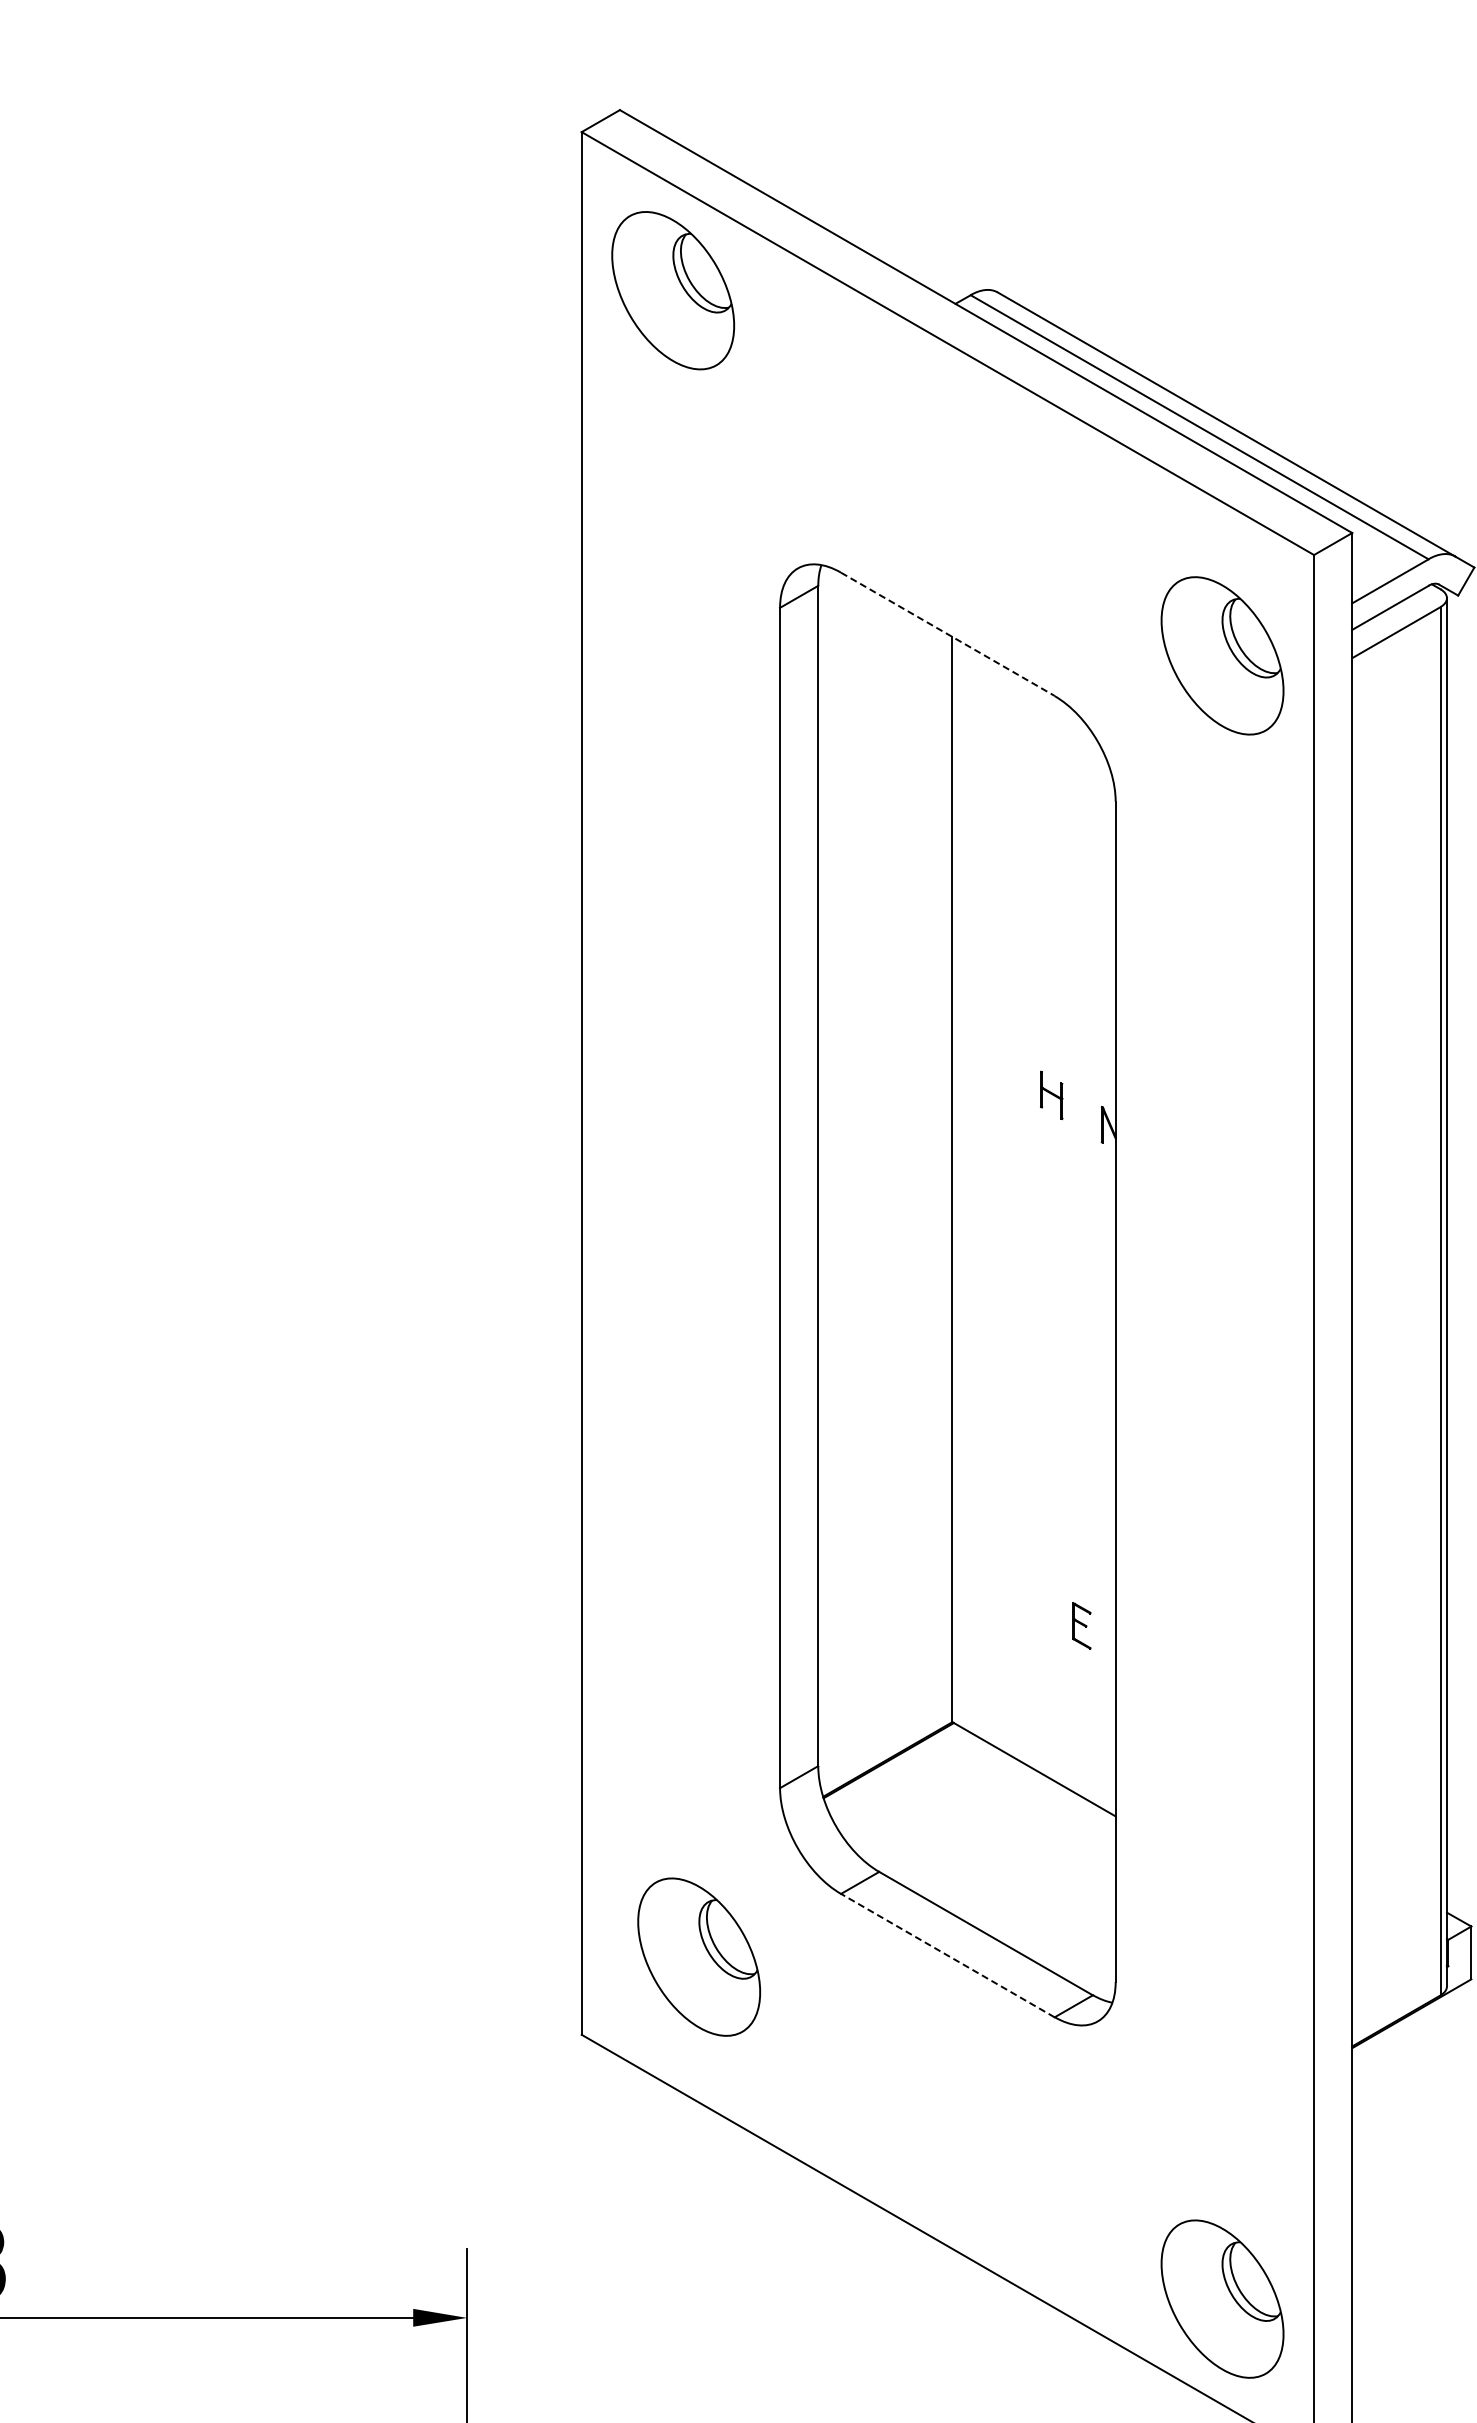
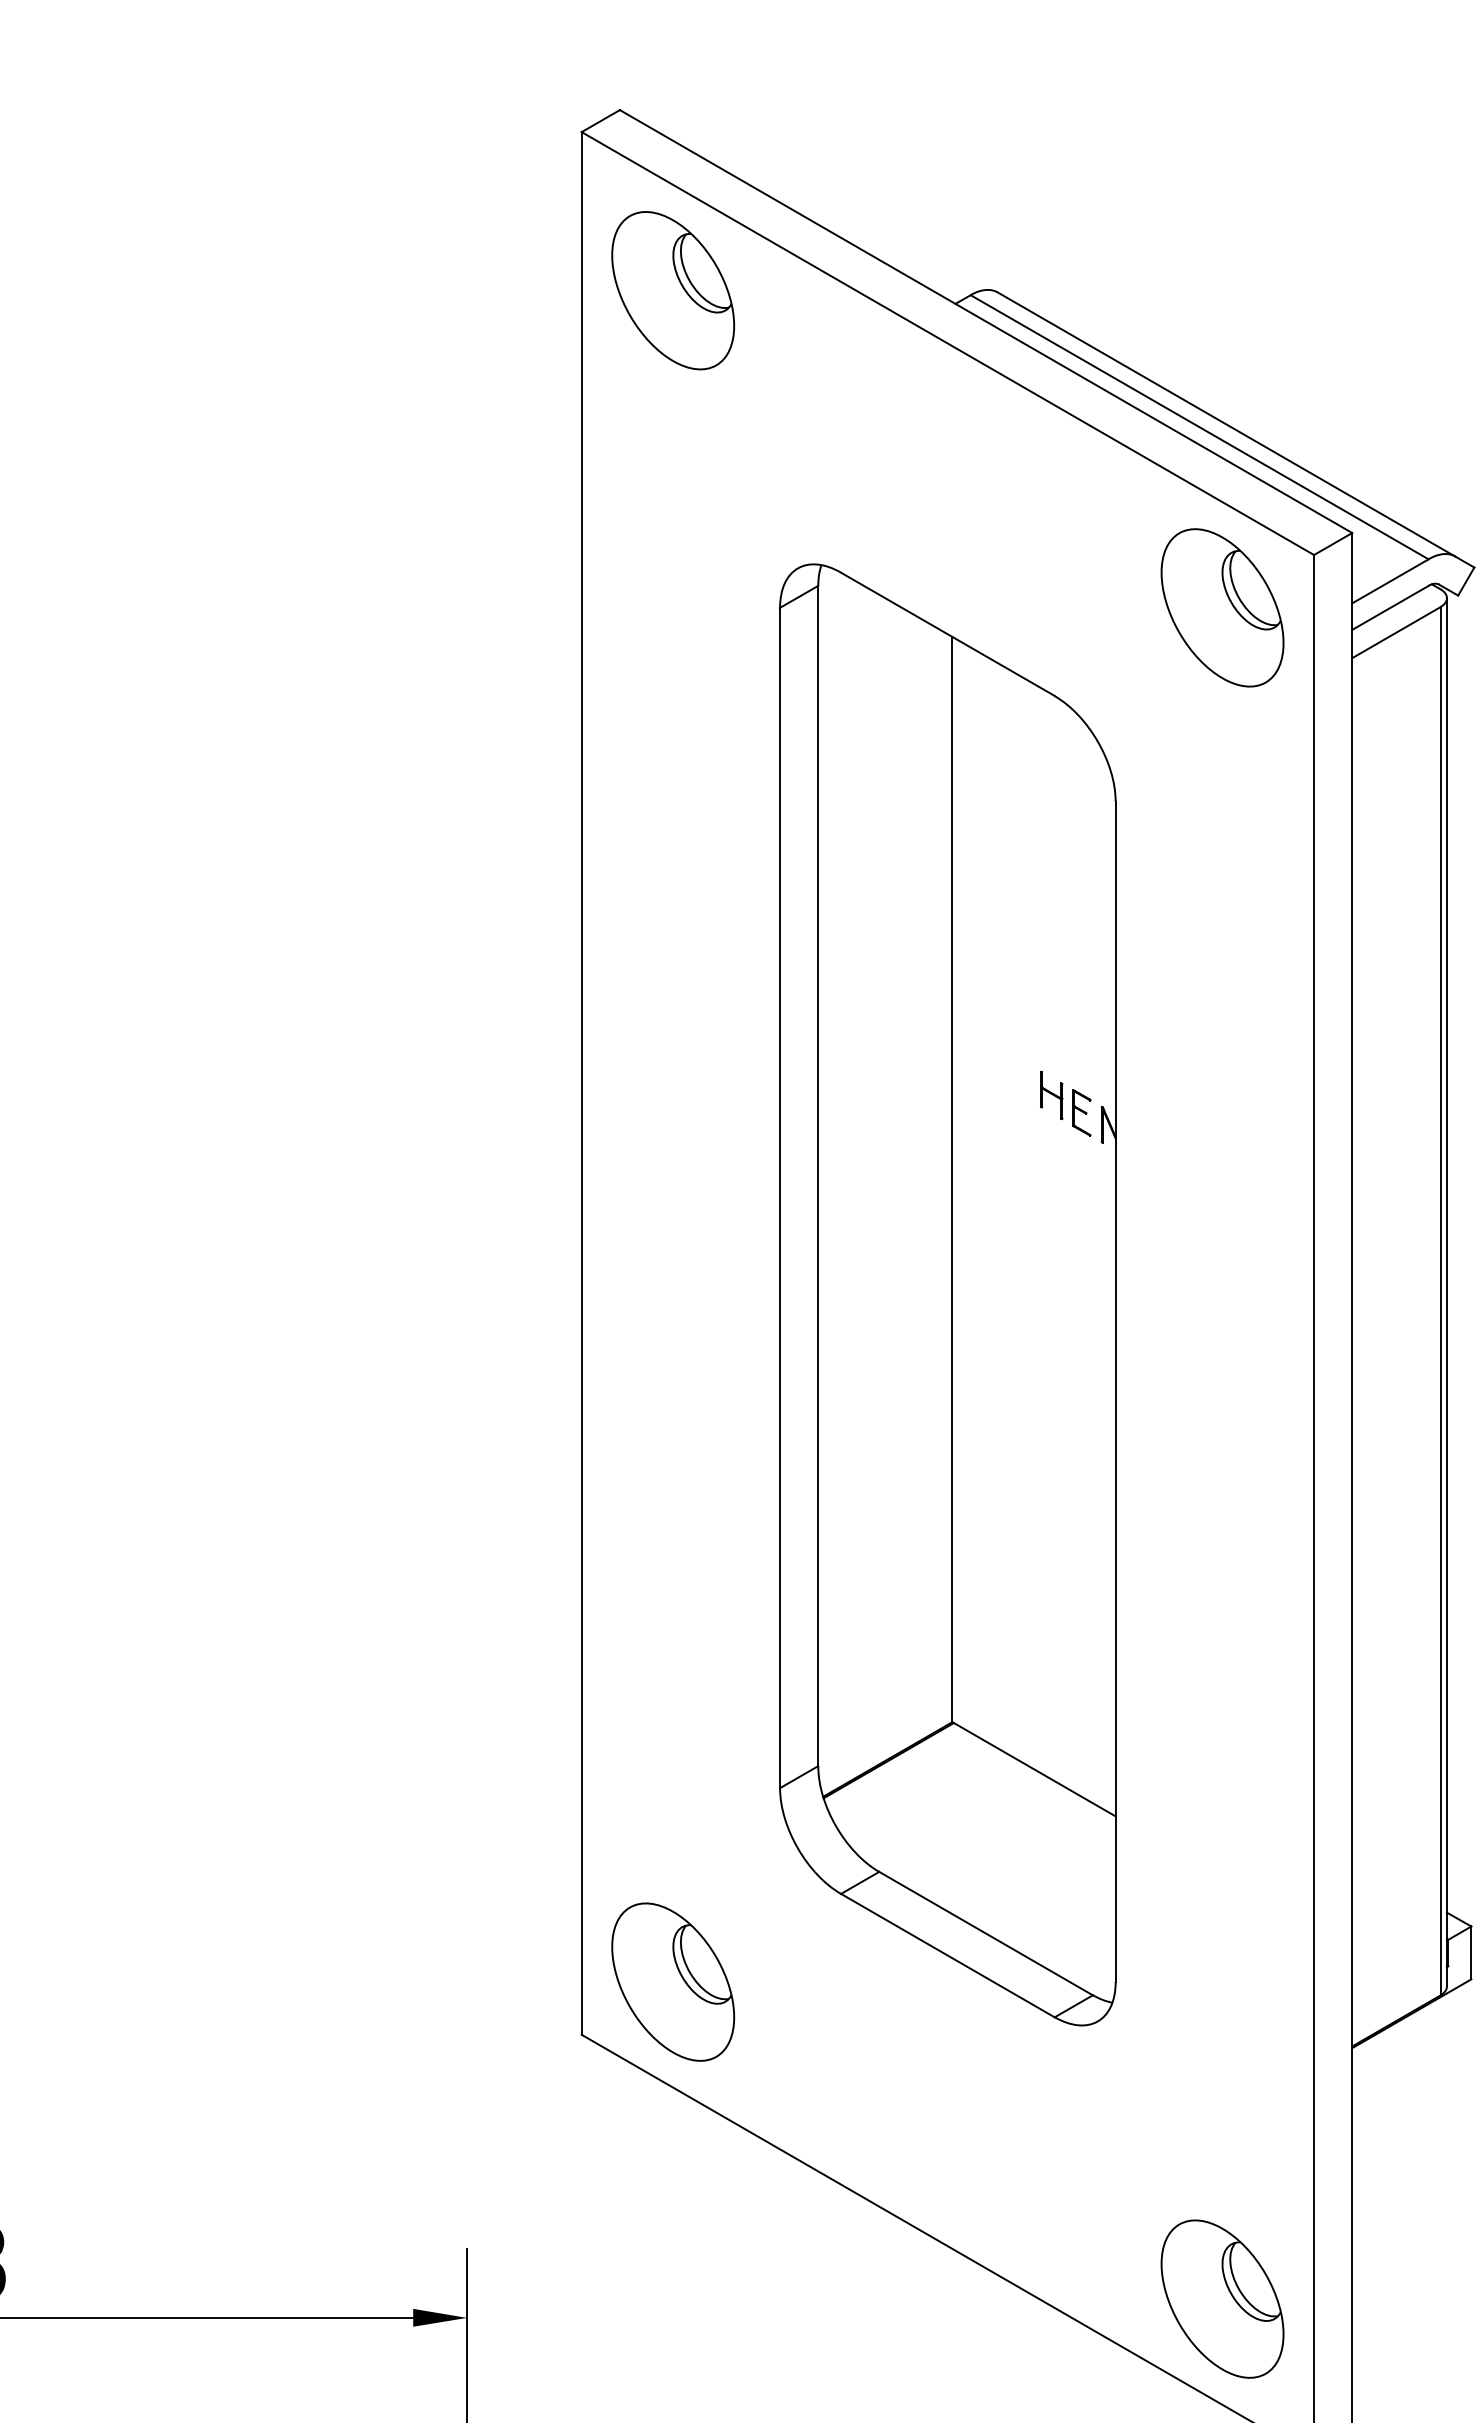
line at (948, 634): dashed -> solid
part at (1222, 655) position: (1222, 655) -> (1222, 607)
part at (1081, 1625) position: (1081, 1625) -> (1081, 1112)
line at (947, 1955): dashed -> solid
part at (699, 1956) position: (699, 1956) -> (673, 1981)
